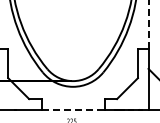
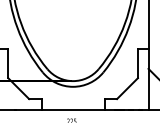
line at (148, 24): dashed -> solid
line at (73, 109): dashed -> solid
